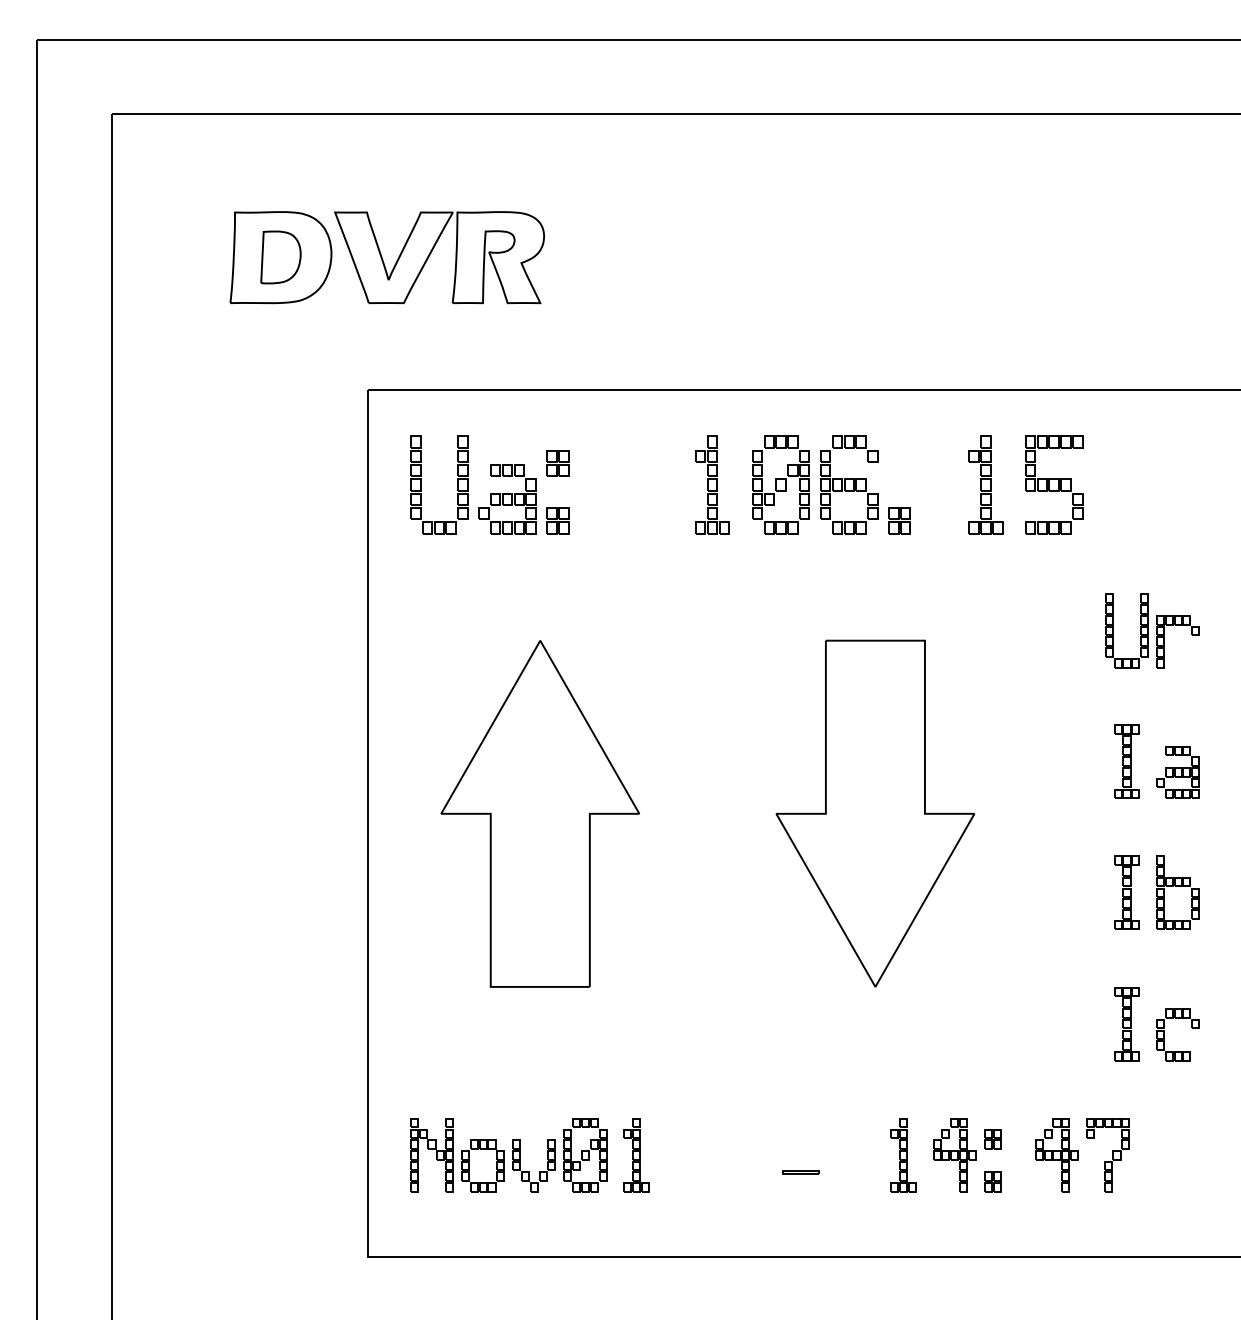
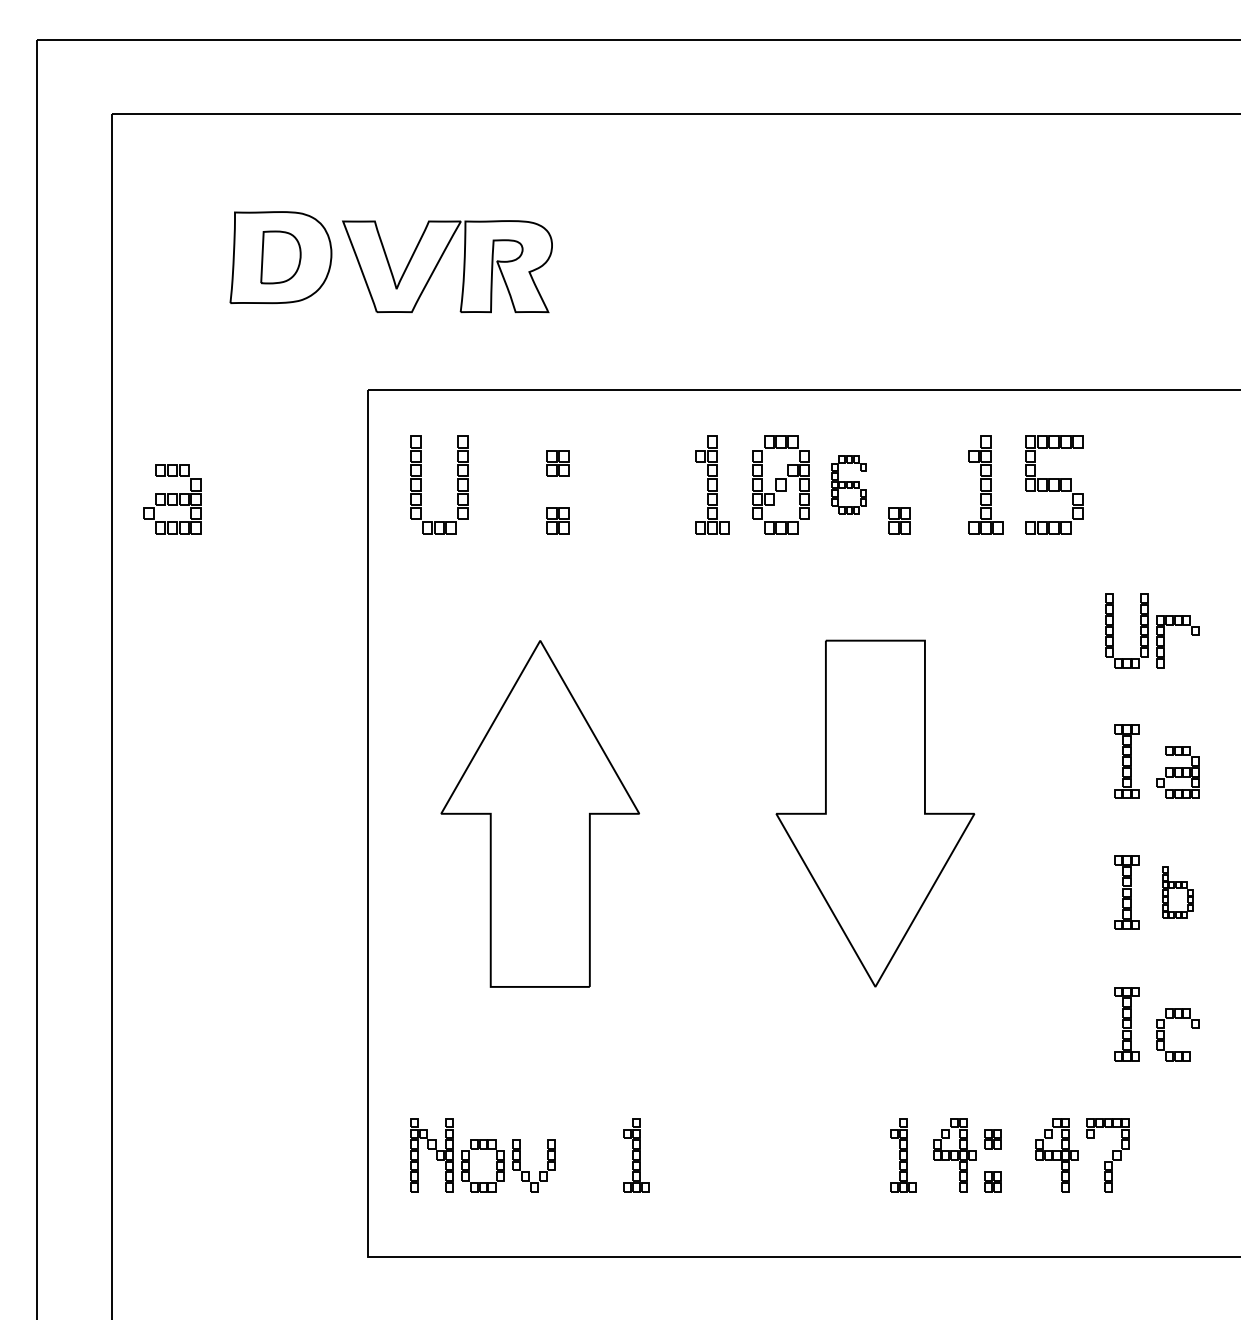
part at (431, 253) position: (431, 253) -> (439, 262)
part at (849, 484) size: 59x100 px -> 36x60 px
part at (507, 499) position: (507, 499) -> (172, 499)
part at (1177, 892) size: 44x75 px -> 32x53 px
part at (585, 1155): present -> none
line at (800, 1171): present -> none
